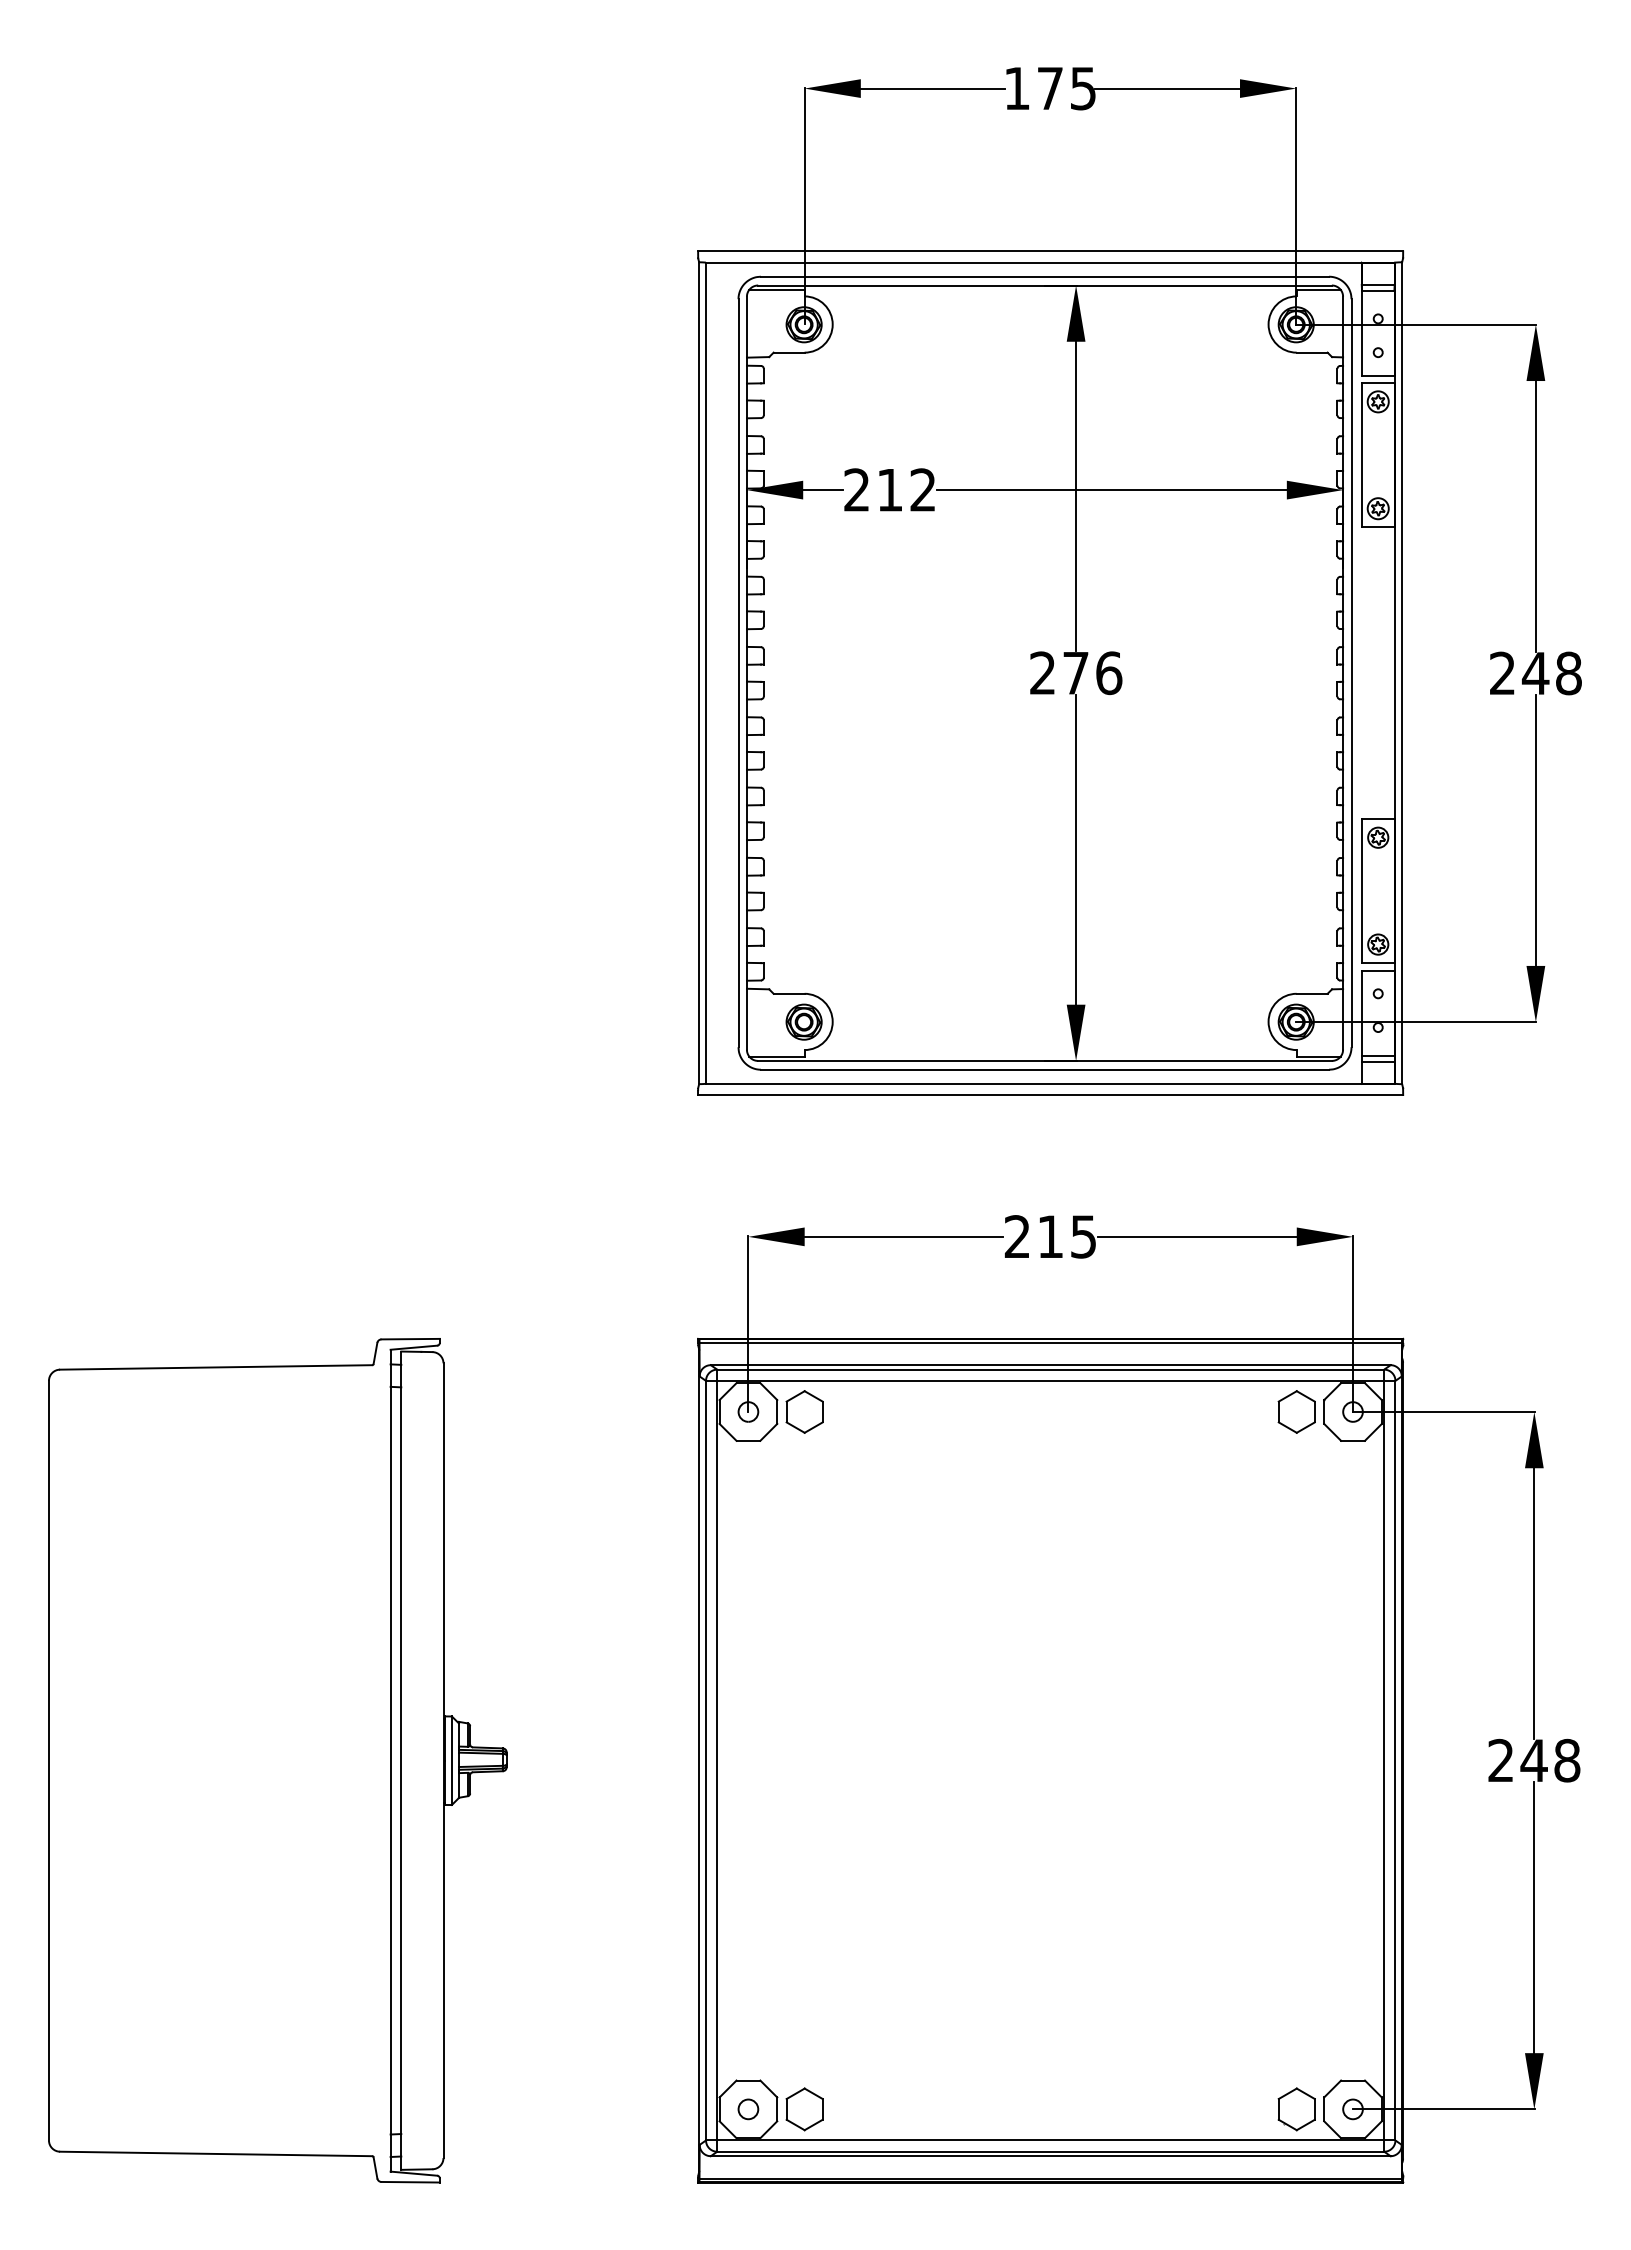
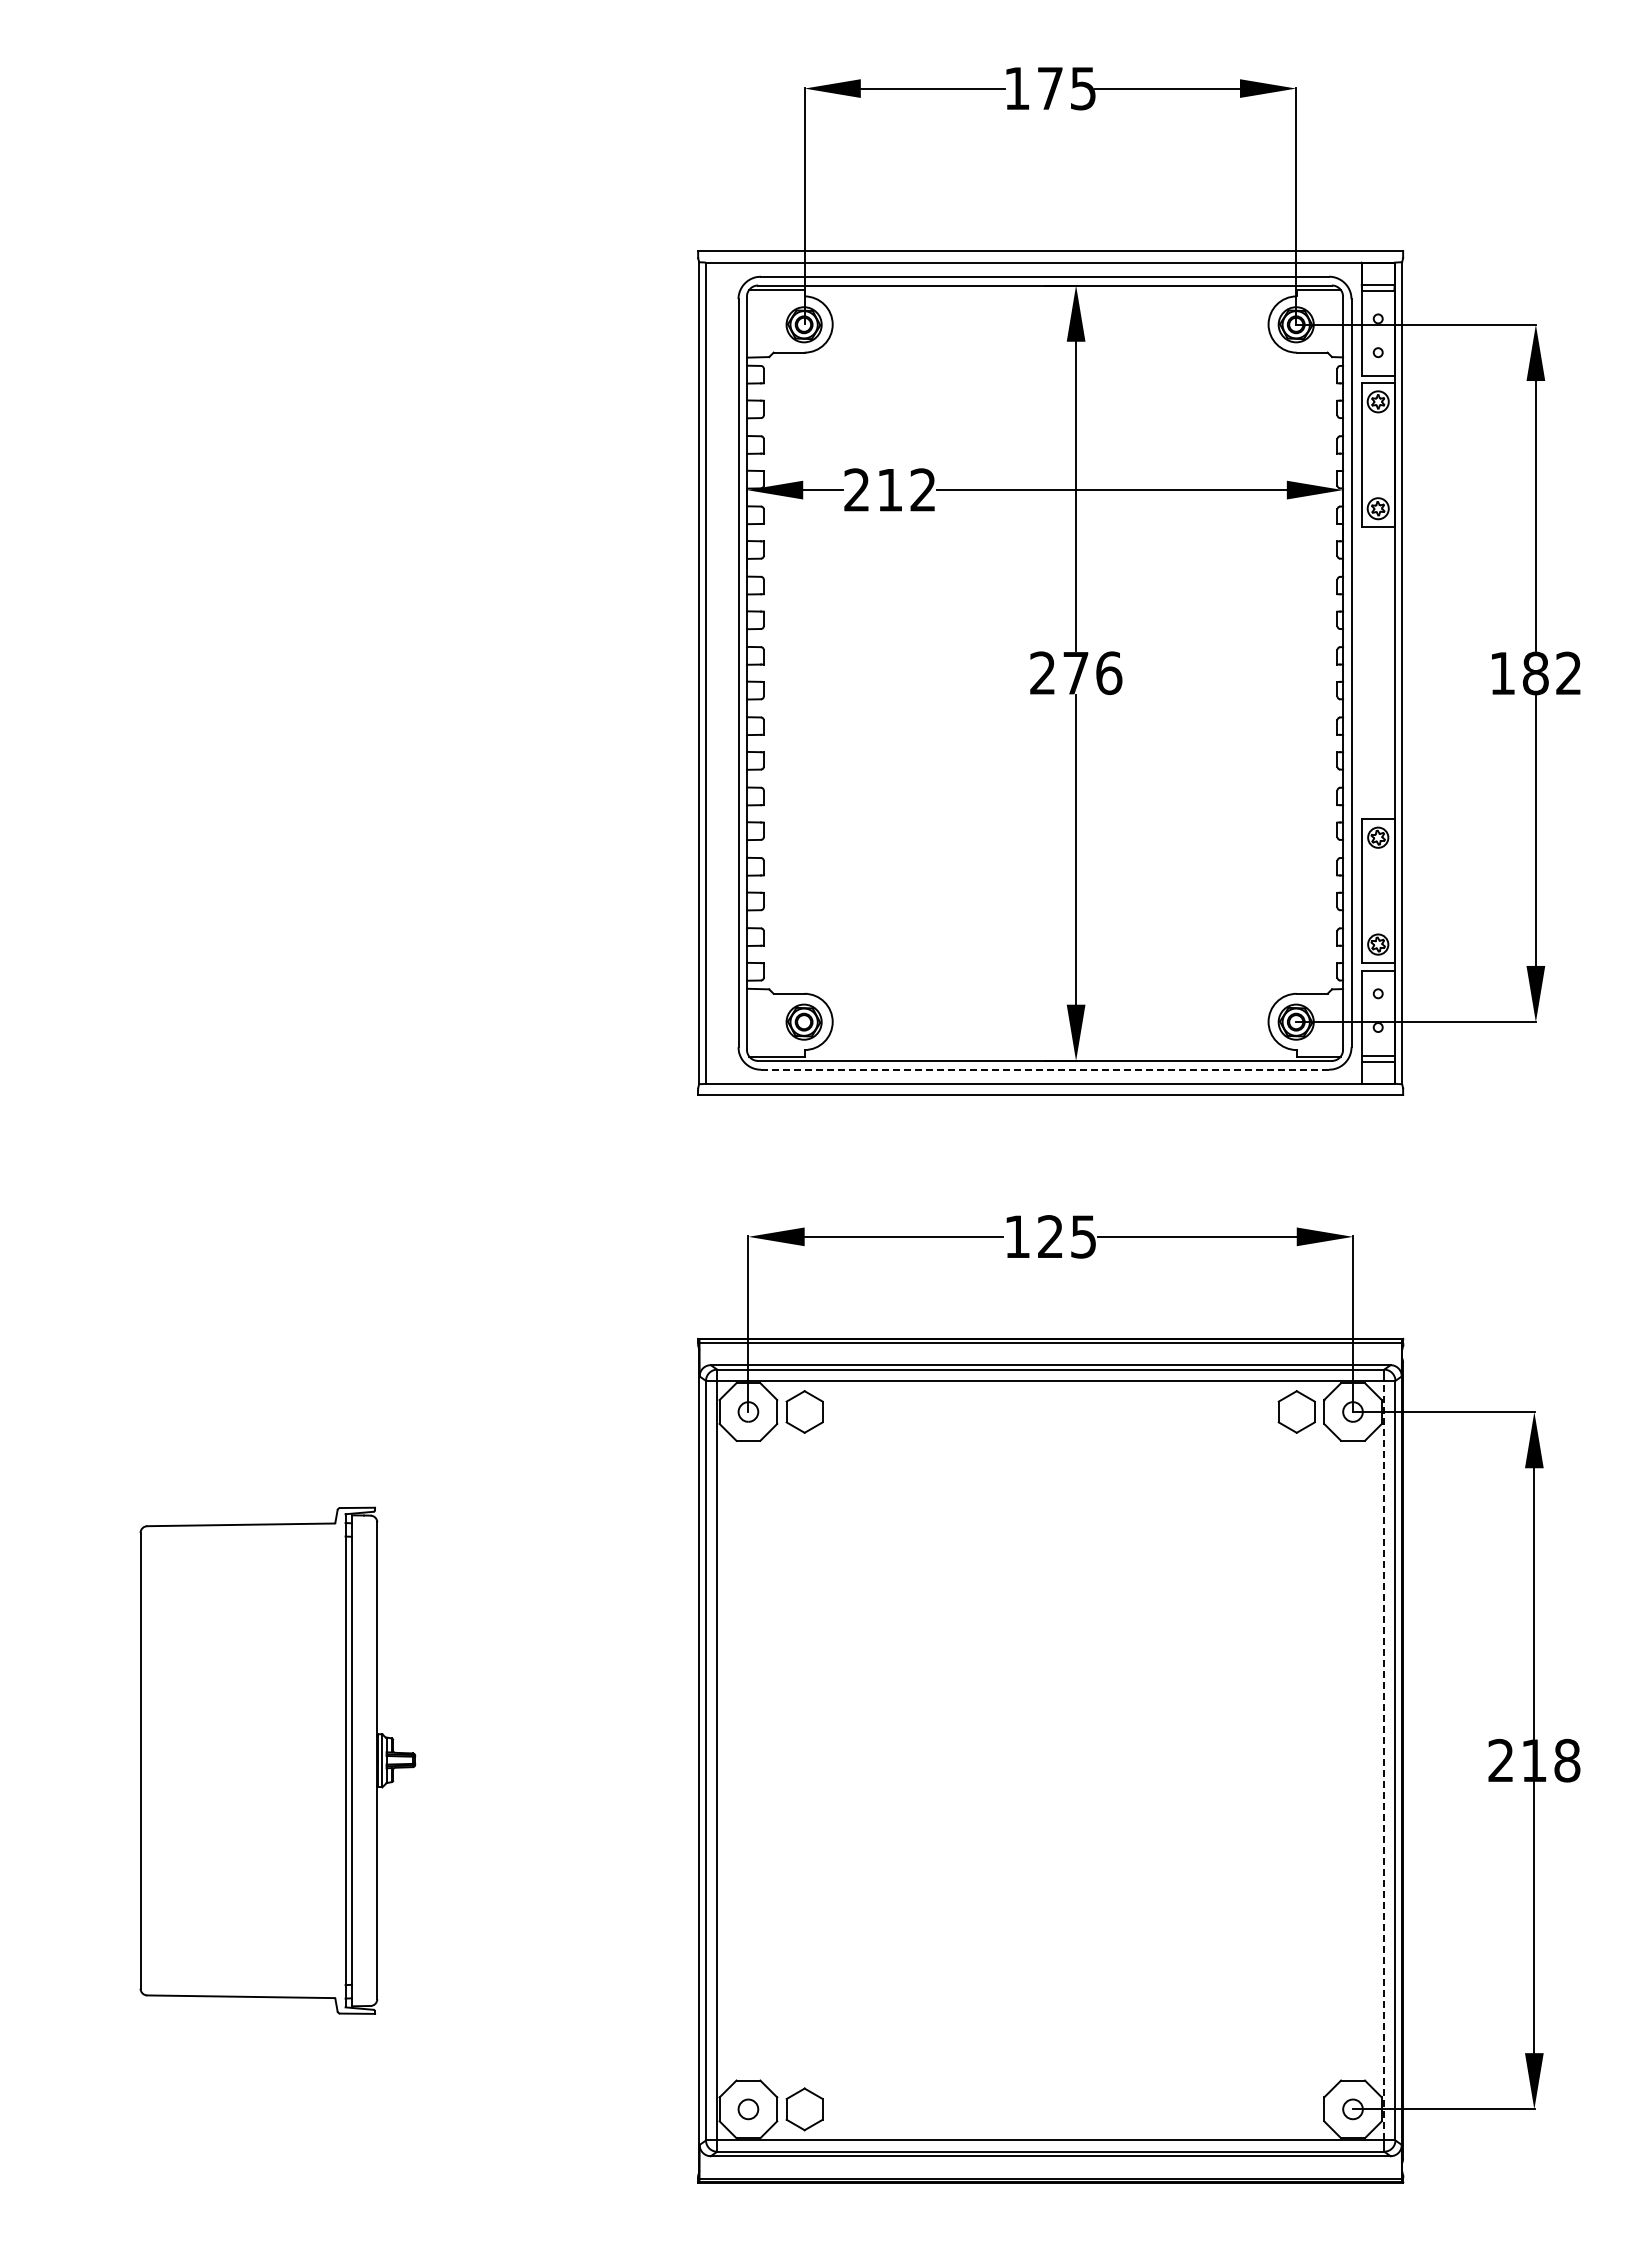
text at (1535, 673): 248 -> 182
line at (1044, 1069): solid -> dashed
text at (1033, 1236): 215 -> 125
part at (277, 1760) size: 460x846 px -> 278x509 px
line at (1384, 1760): solid -> dashed
text at (1533, 1760): 248 -> 218
part at (1296, 2109): present -> none
